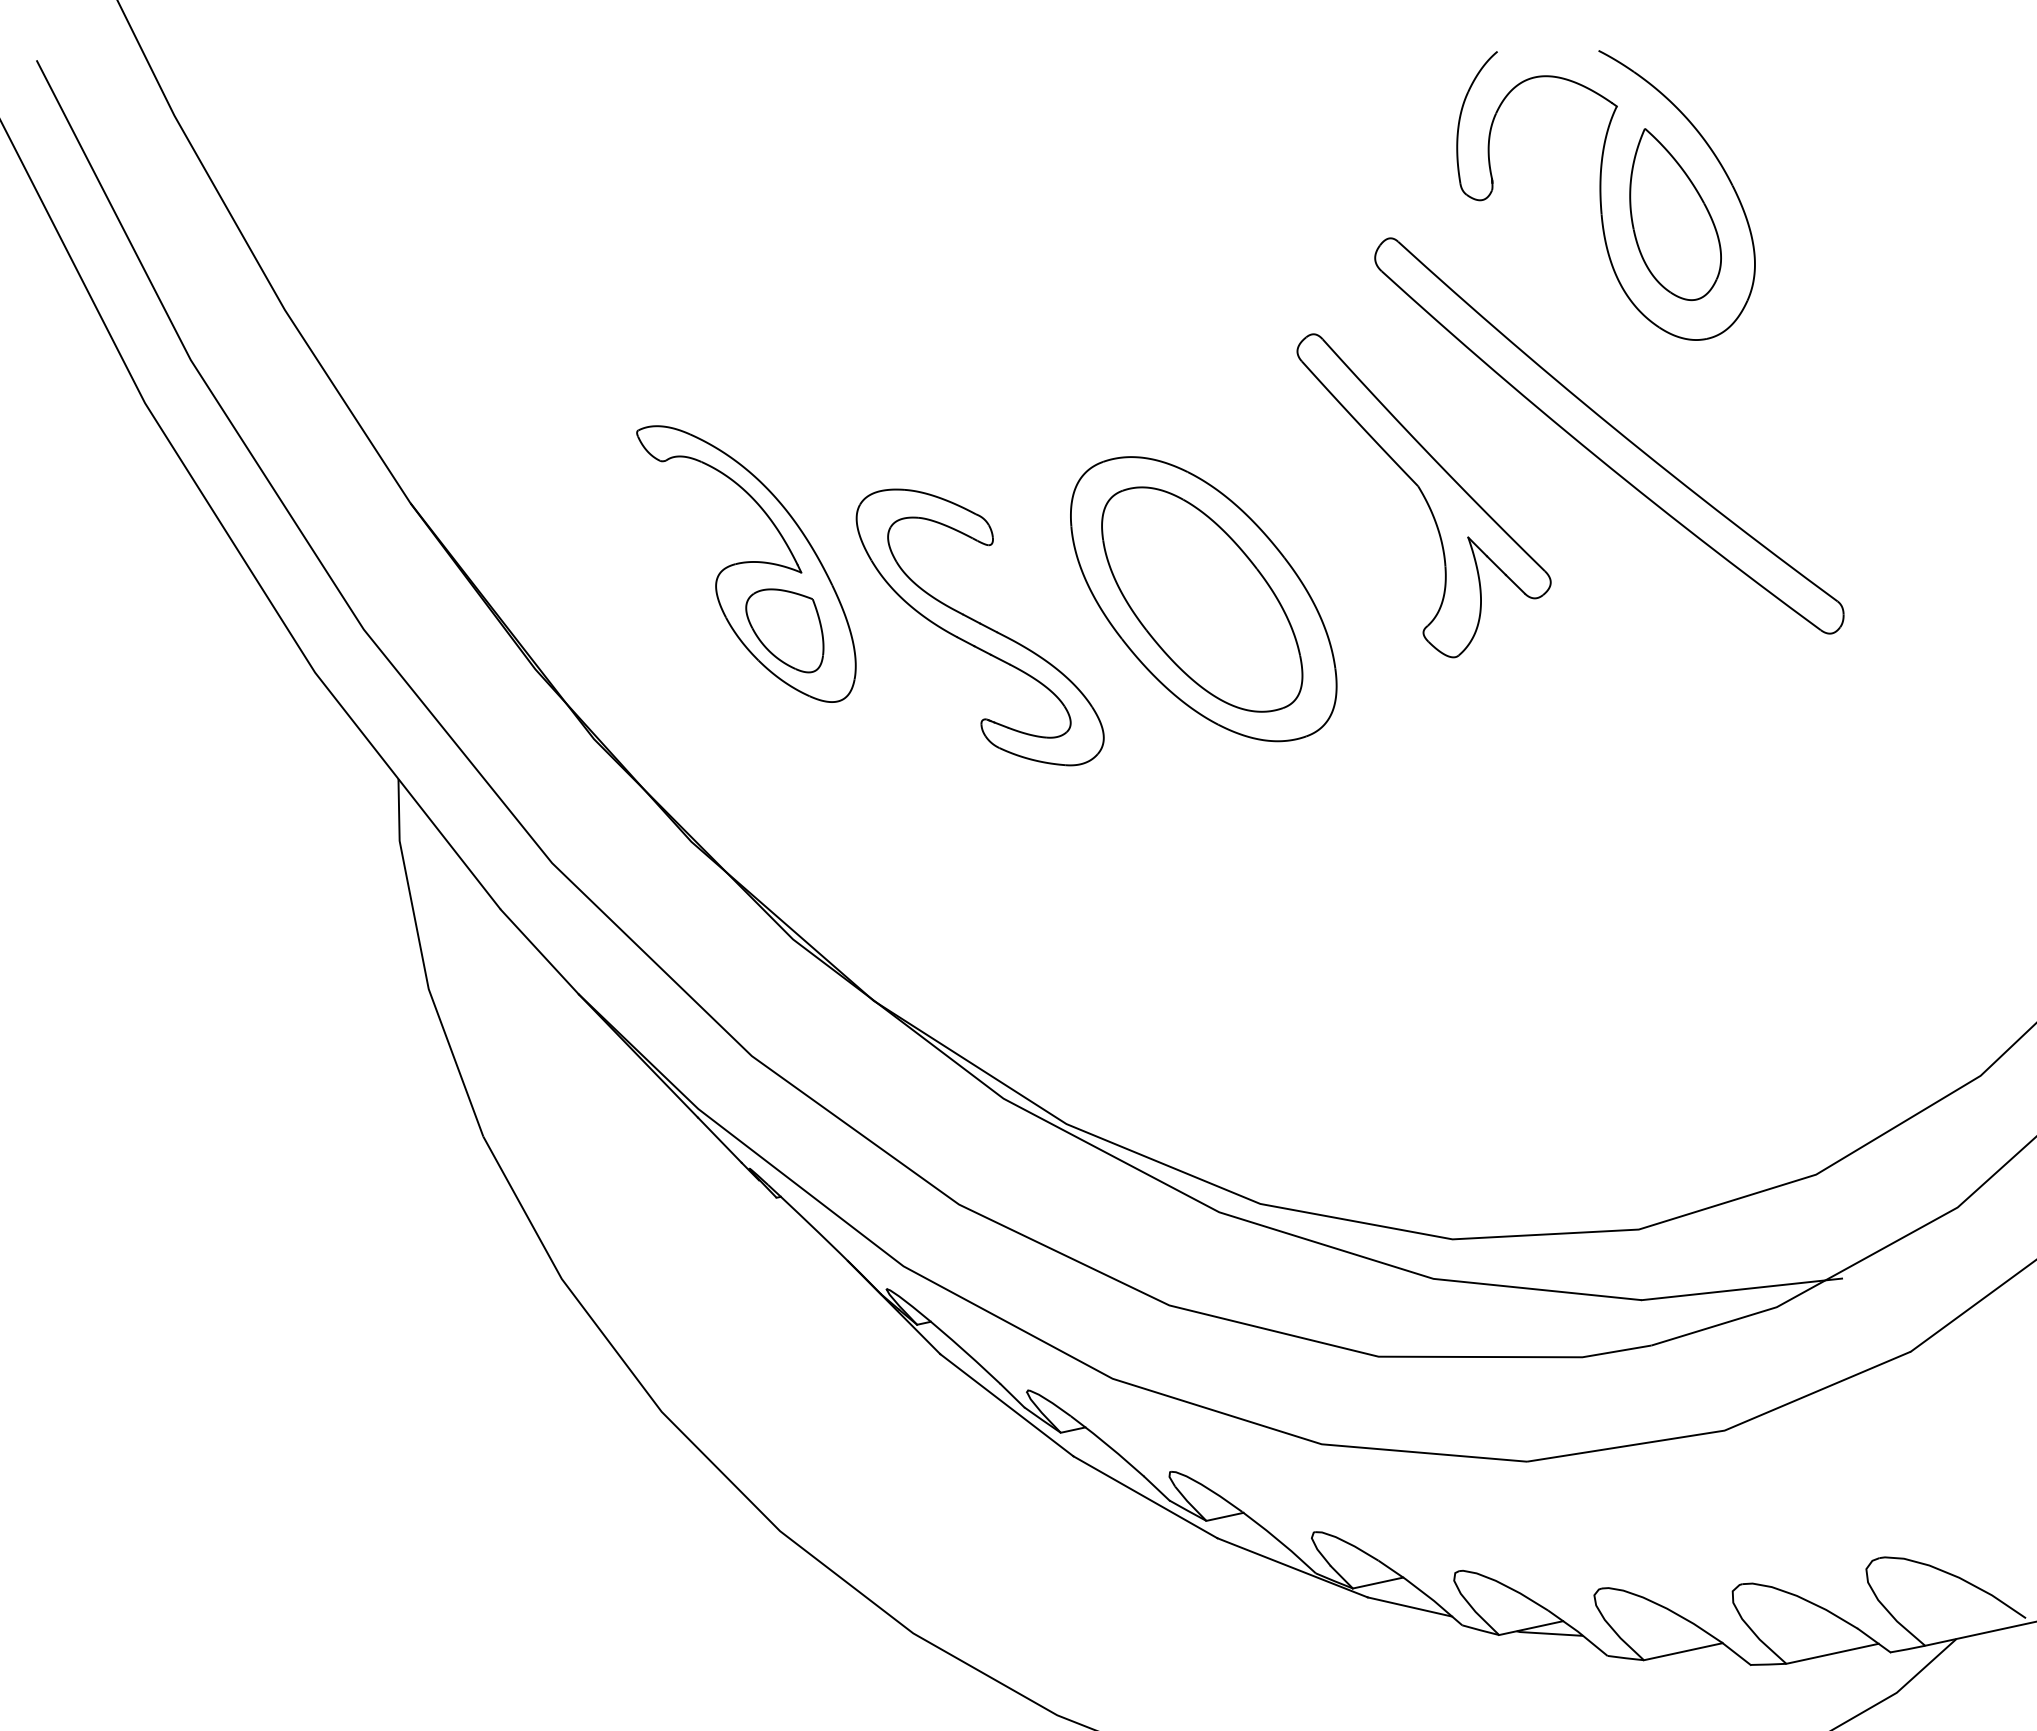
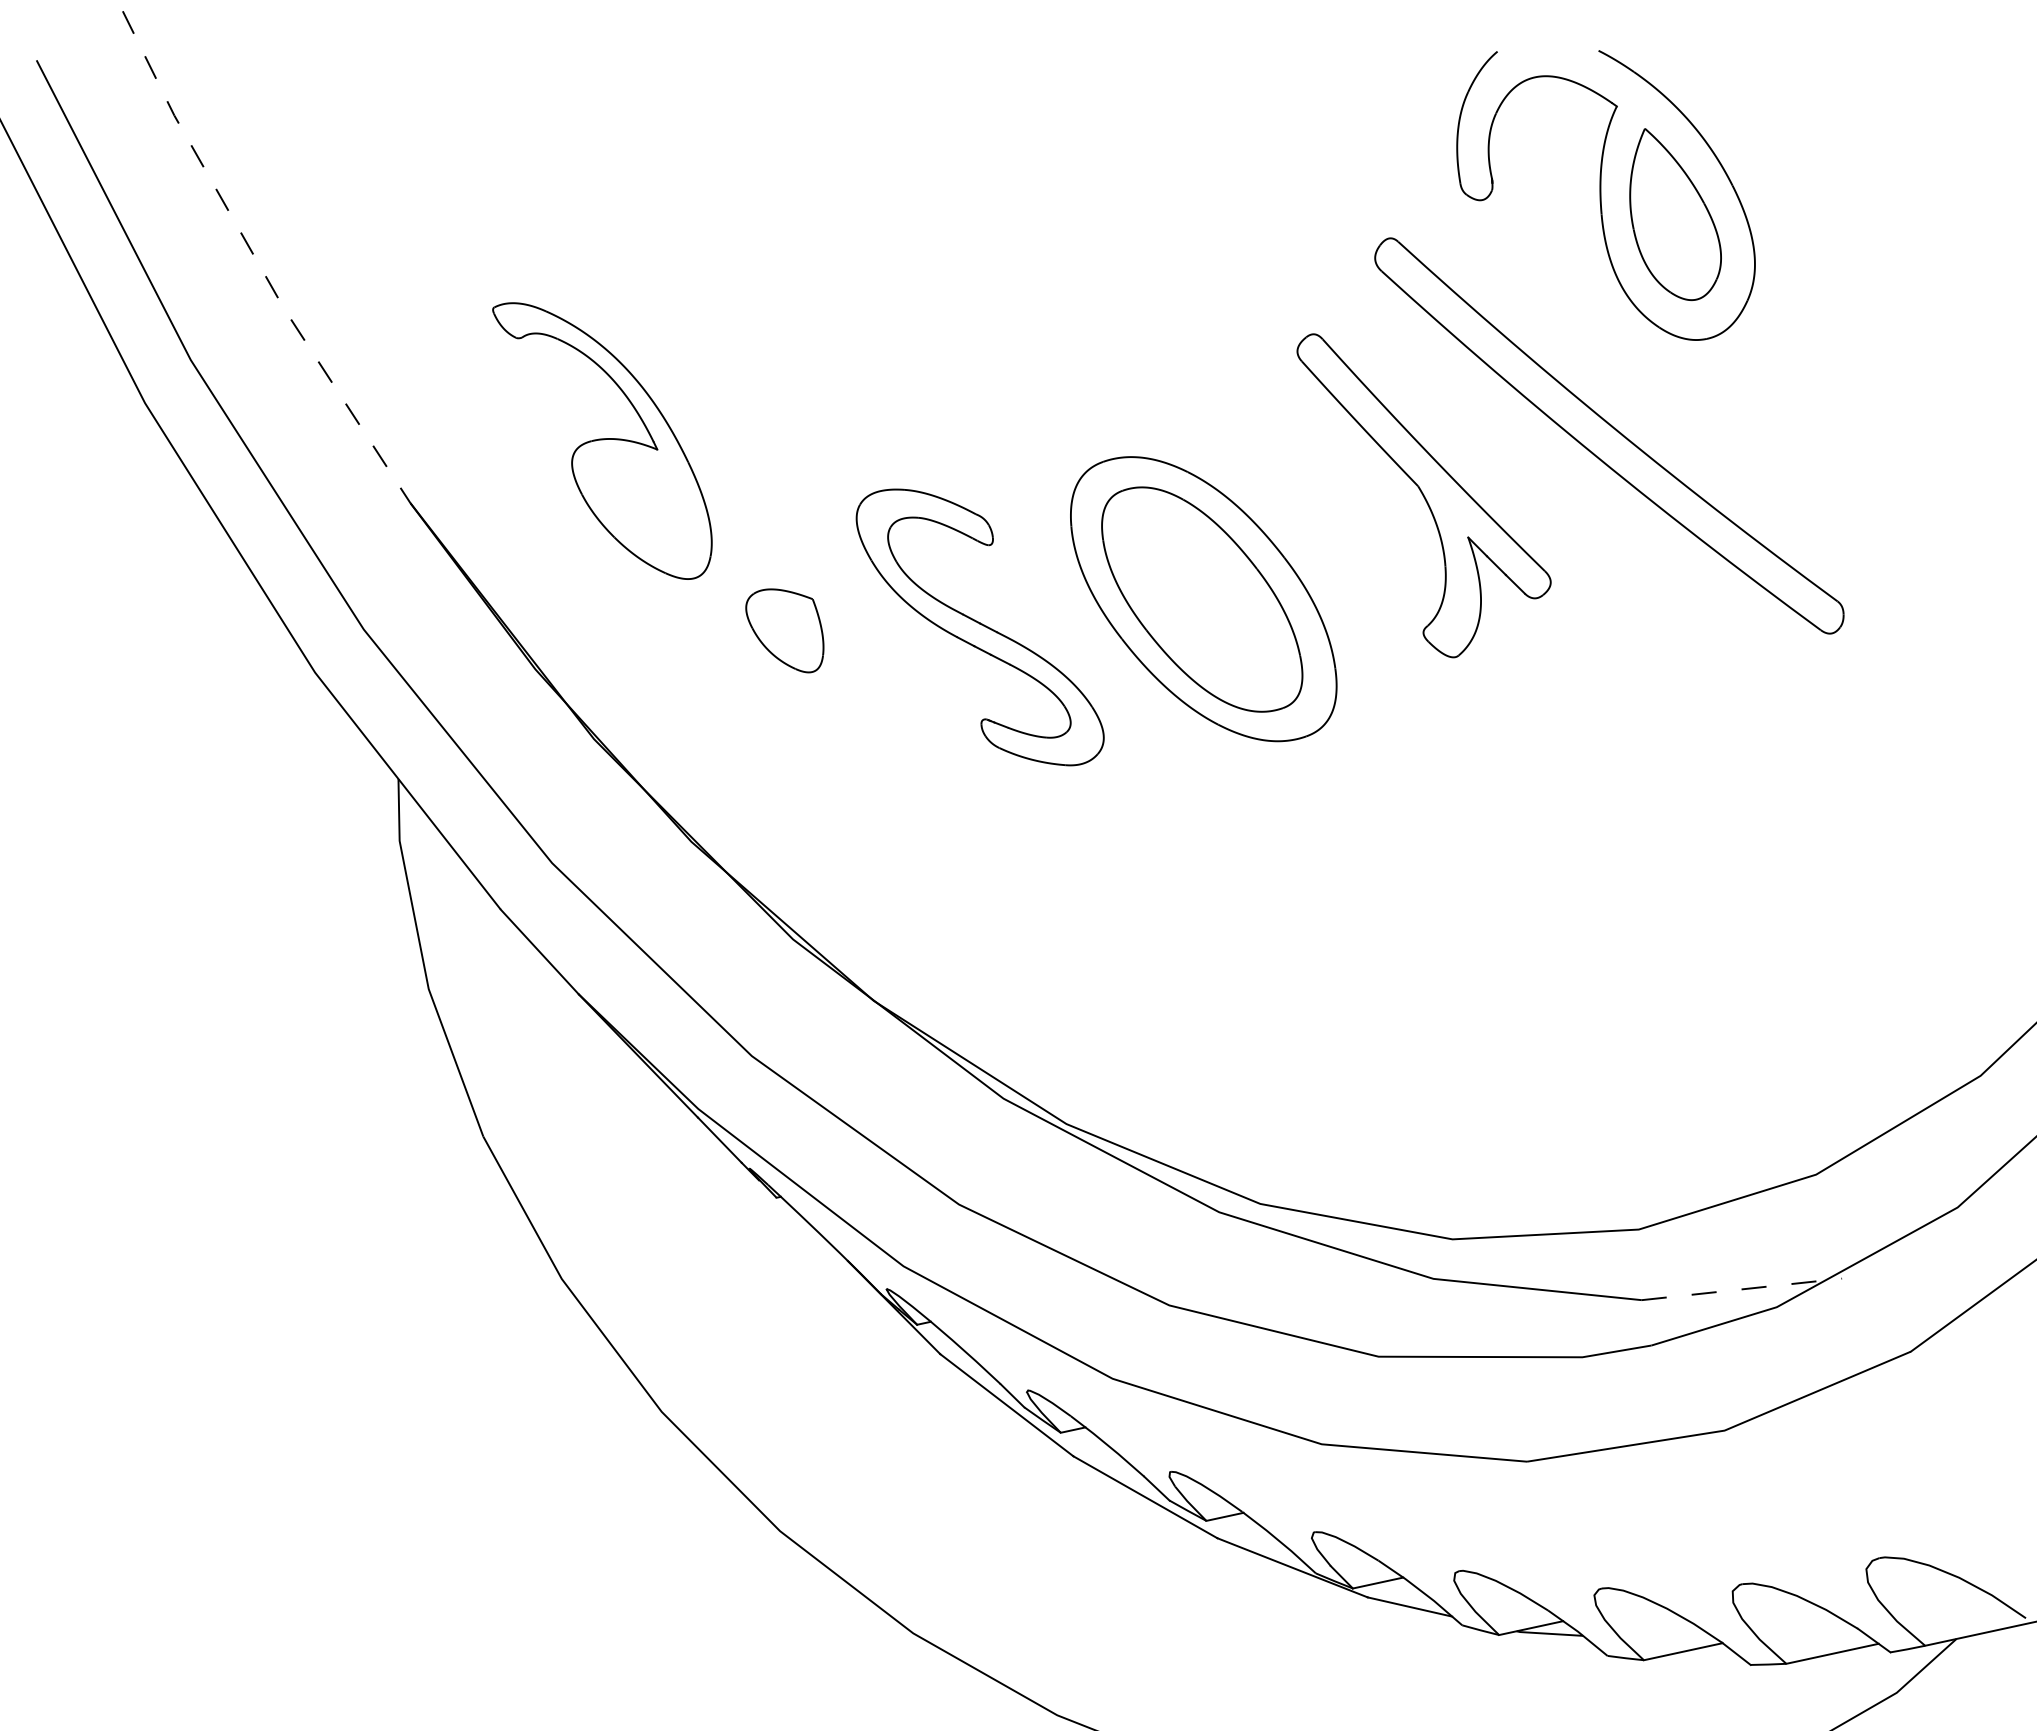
line at (254, 257): solid -> dashed
part at (746, 563) position: (746, 563) -> (602, 440)
line at (1741, 1289): solid -> dashed
